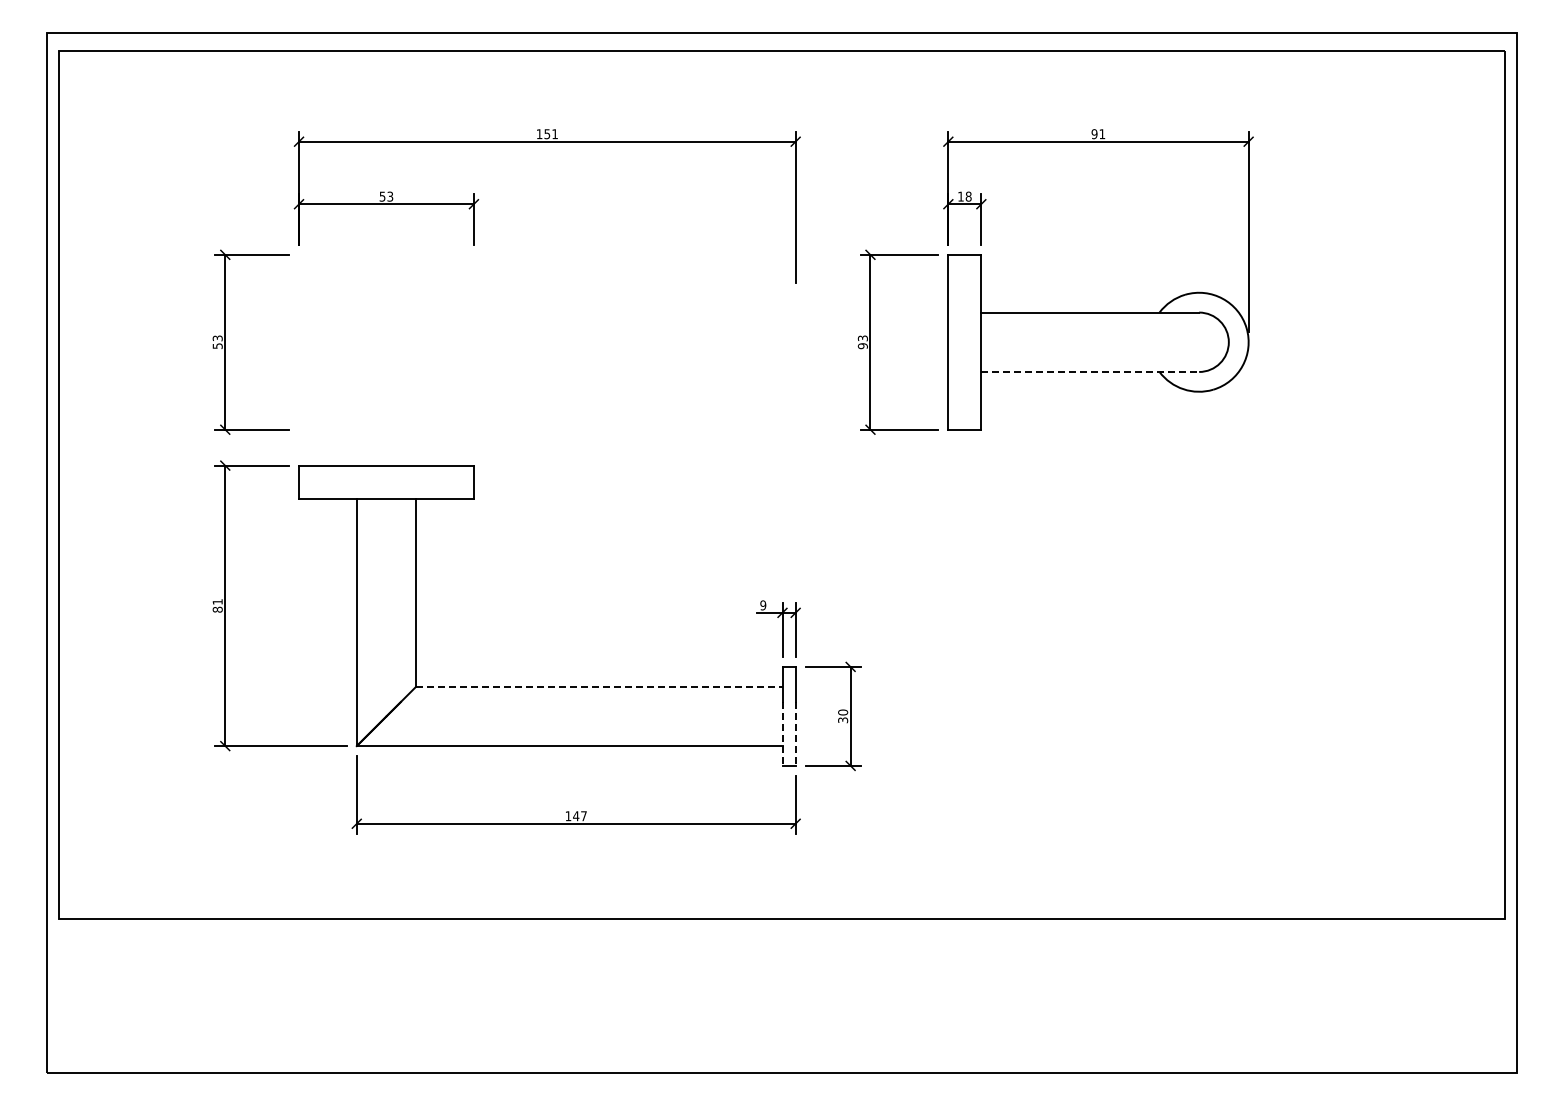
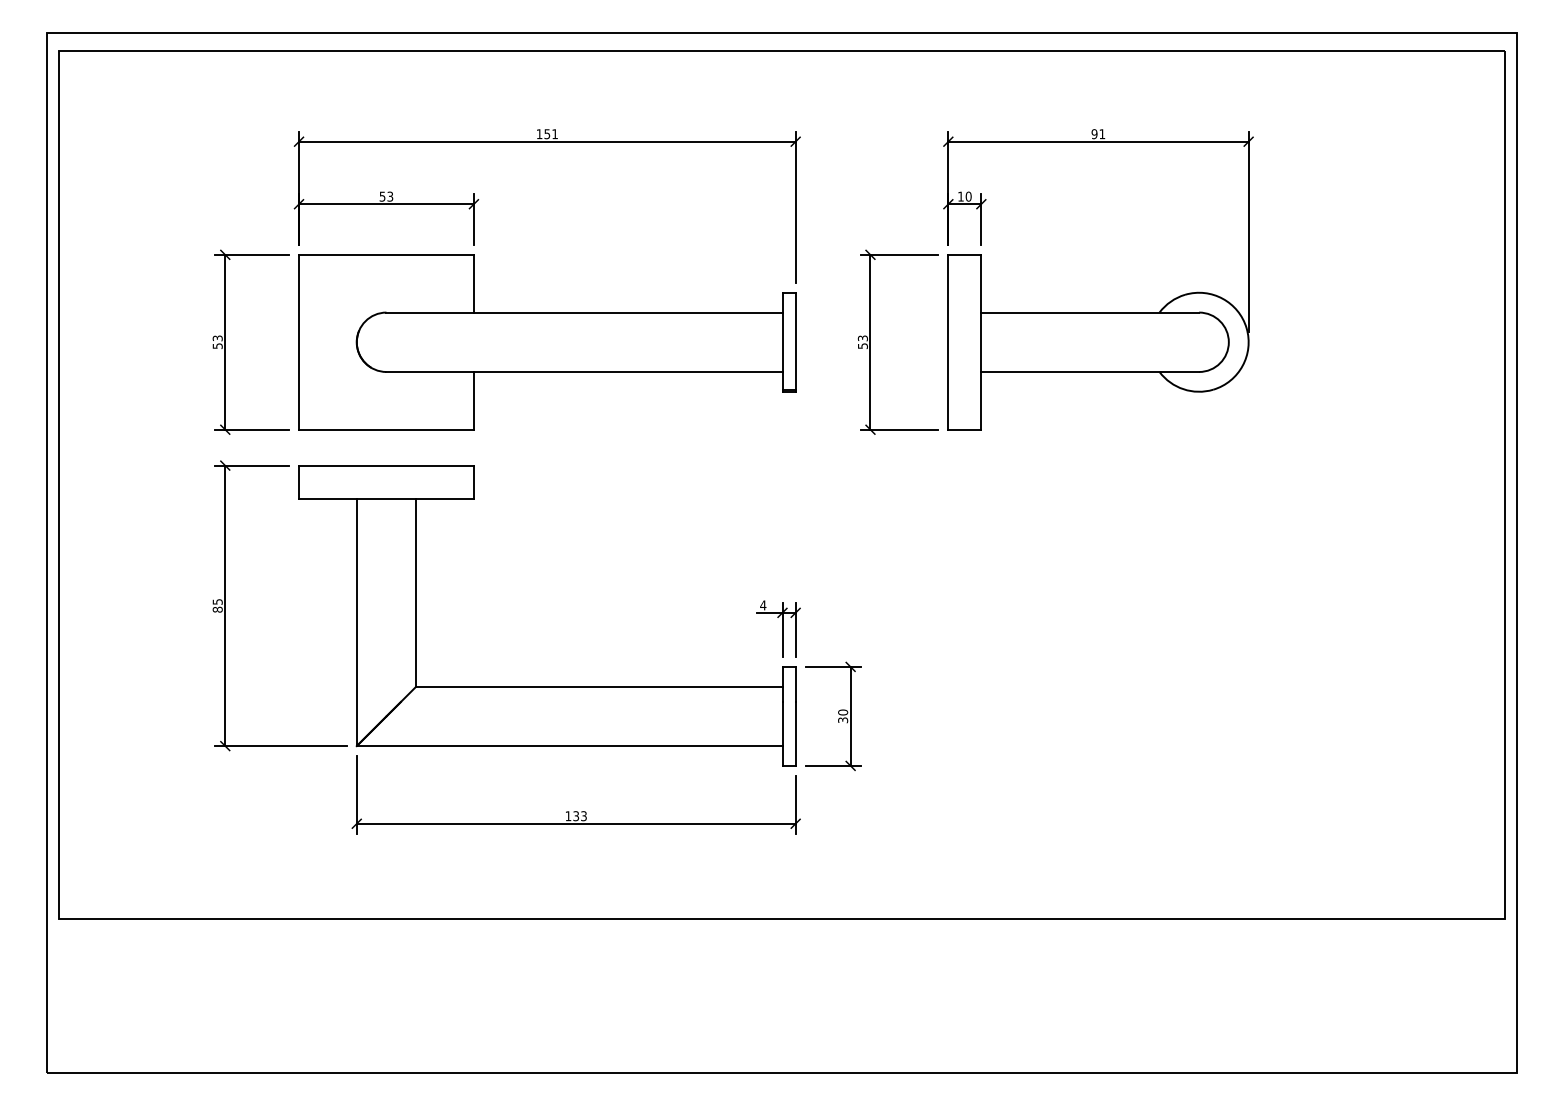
text at (968, 196): 18 -> 10
part at (547, 342): none -> present
text at (862, 346): 93 -> 53
line at (1090, 371): dashed -> solid
text at (217, 601): 81 -> 85
text at (763, 605): 9 -> 4
line at (599, 686): dashed -> solid
line at (782, 734): dashed -> solid
line at (795, 734): dashed -> solid
text at (579, 816): 147 -> 133
